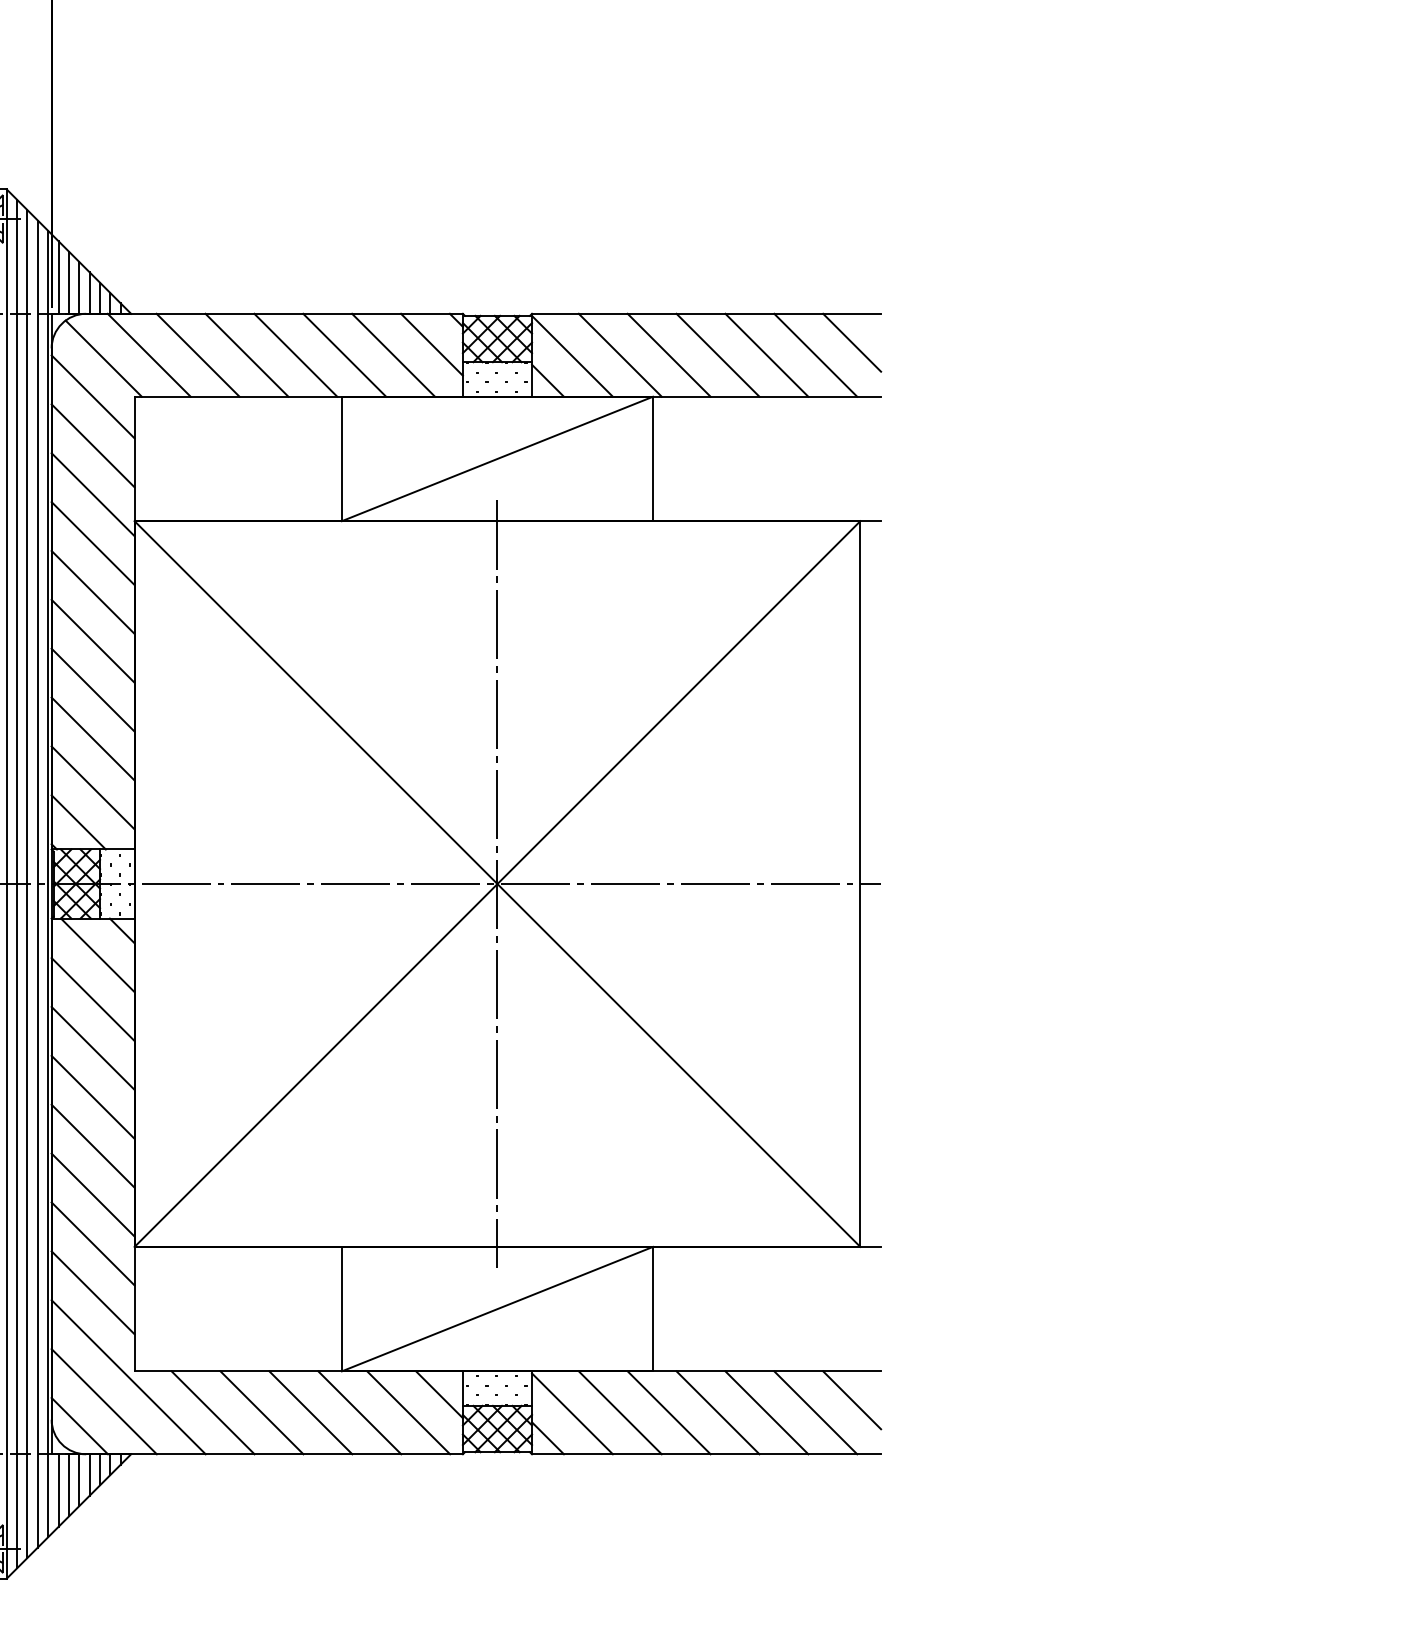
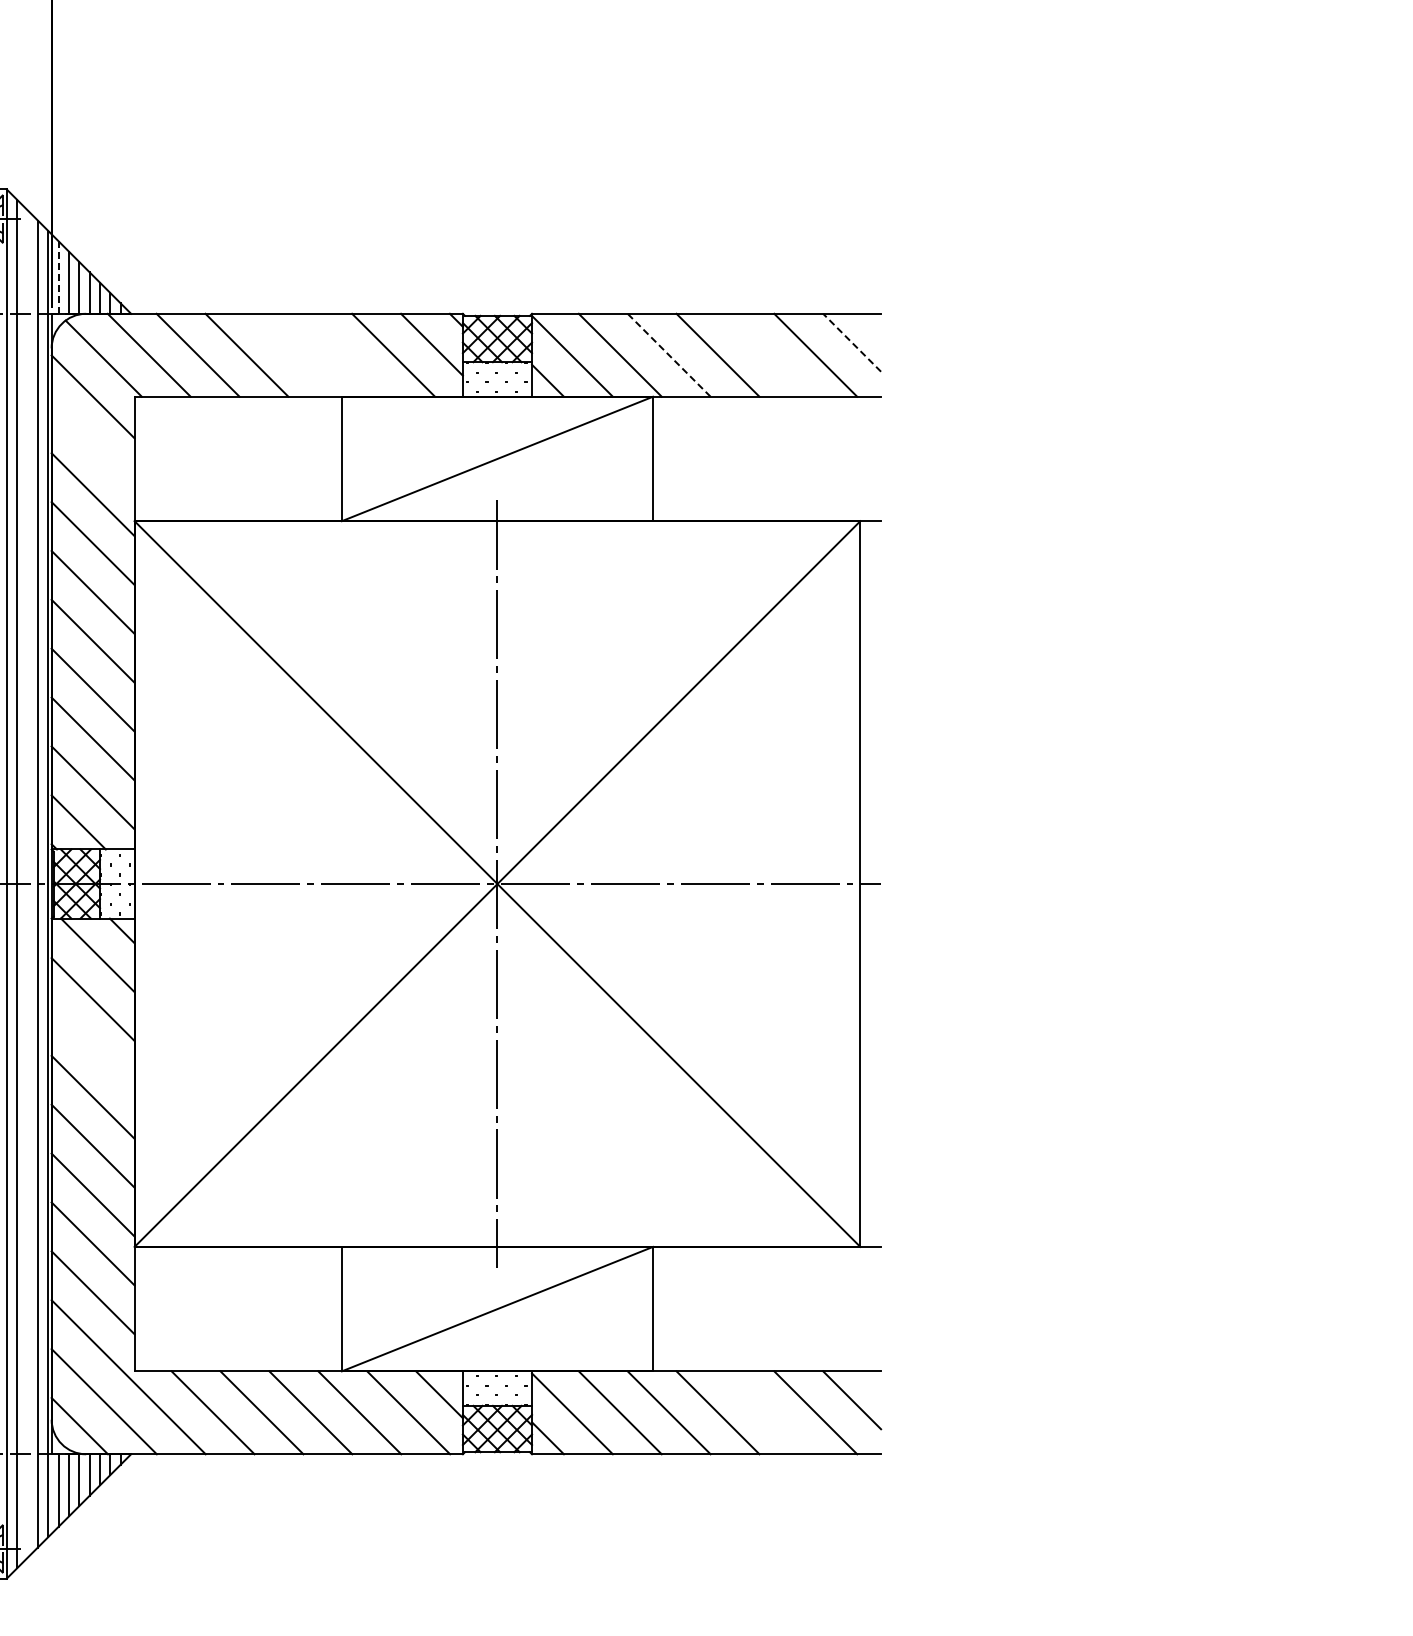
line at (58, 277): solid -> dashed
line at (852, 342): solid -> dashed
line at (295, 354): present -> none
line at (344, 354): present -> none
line at (766, 354): present -> none
line at (669, 355): solid -> dashed
line at (92, 445): present -> none
line at (27, 883): present -> none
line at (92, 1047): present -> none
line at (766, 1412): present -> none
